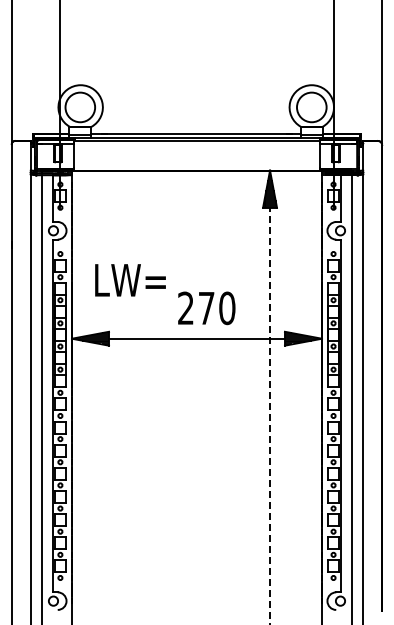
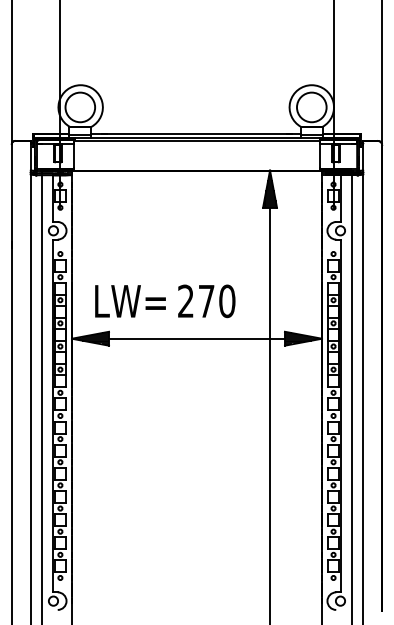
text at (130, 280) position: (130, 280) -> (130, 301)
text at (206, 308) position: (206, 308) -> (206, 301)
line at (270, 415): dashed -> solid
